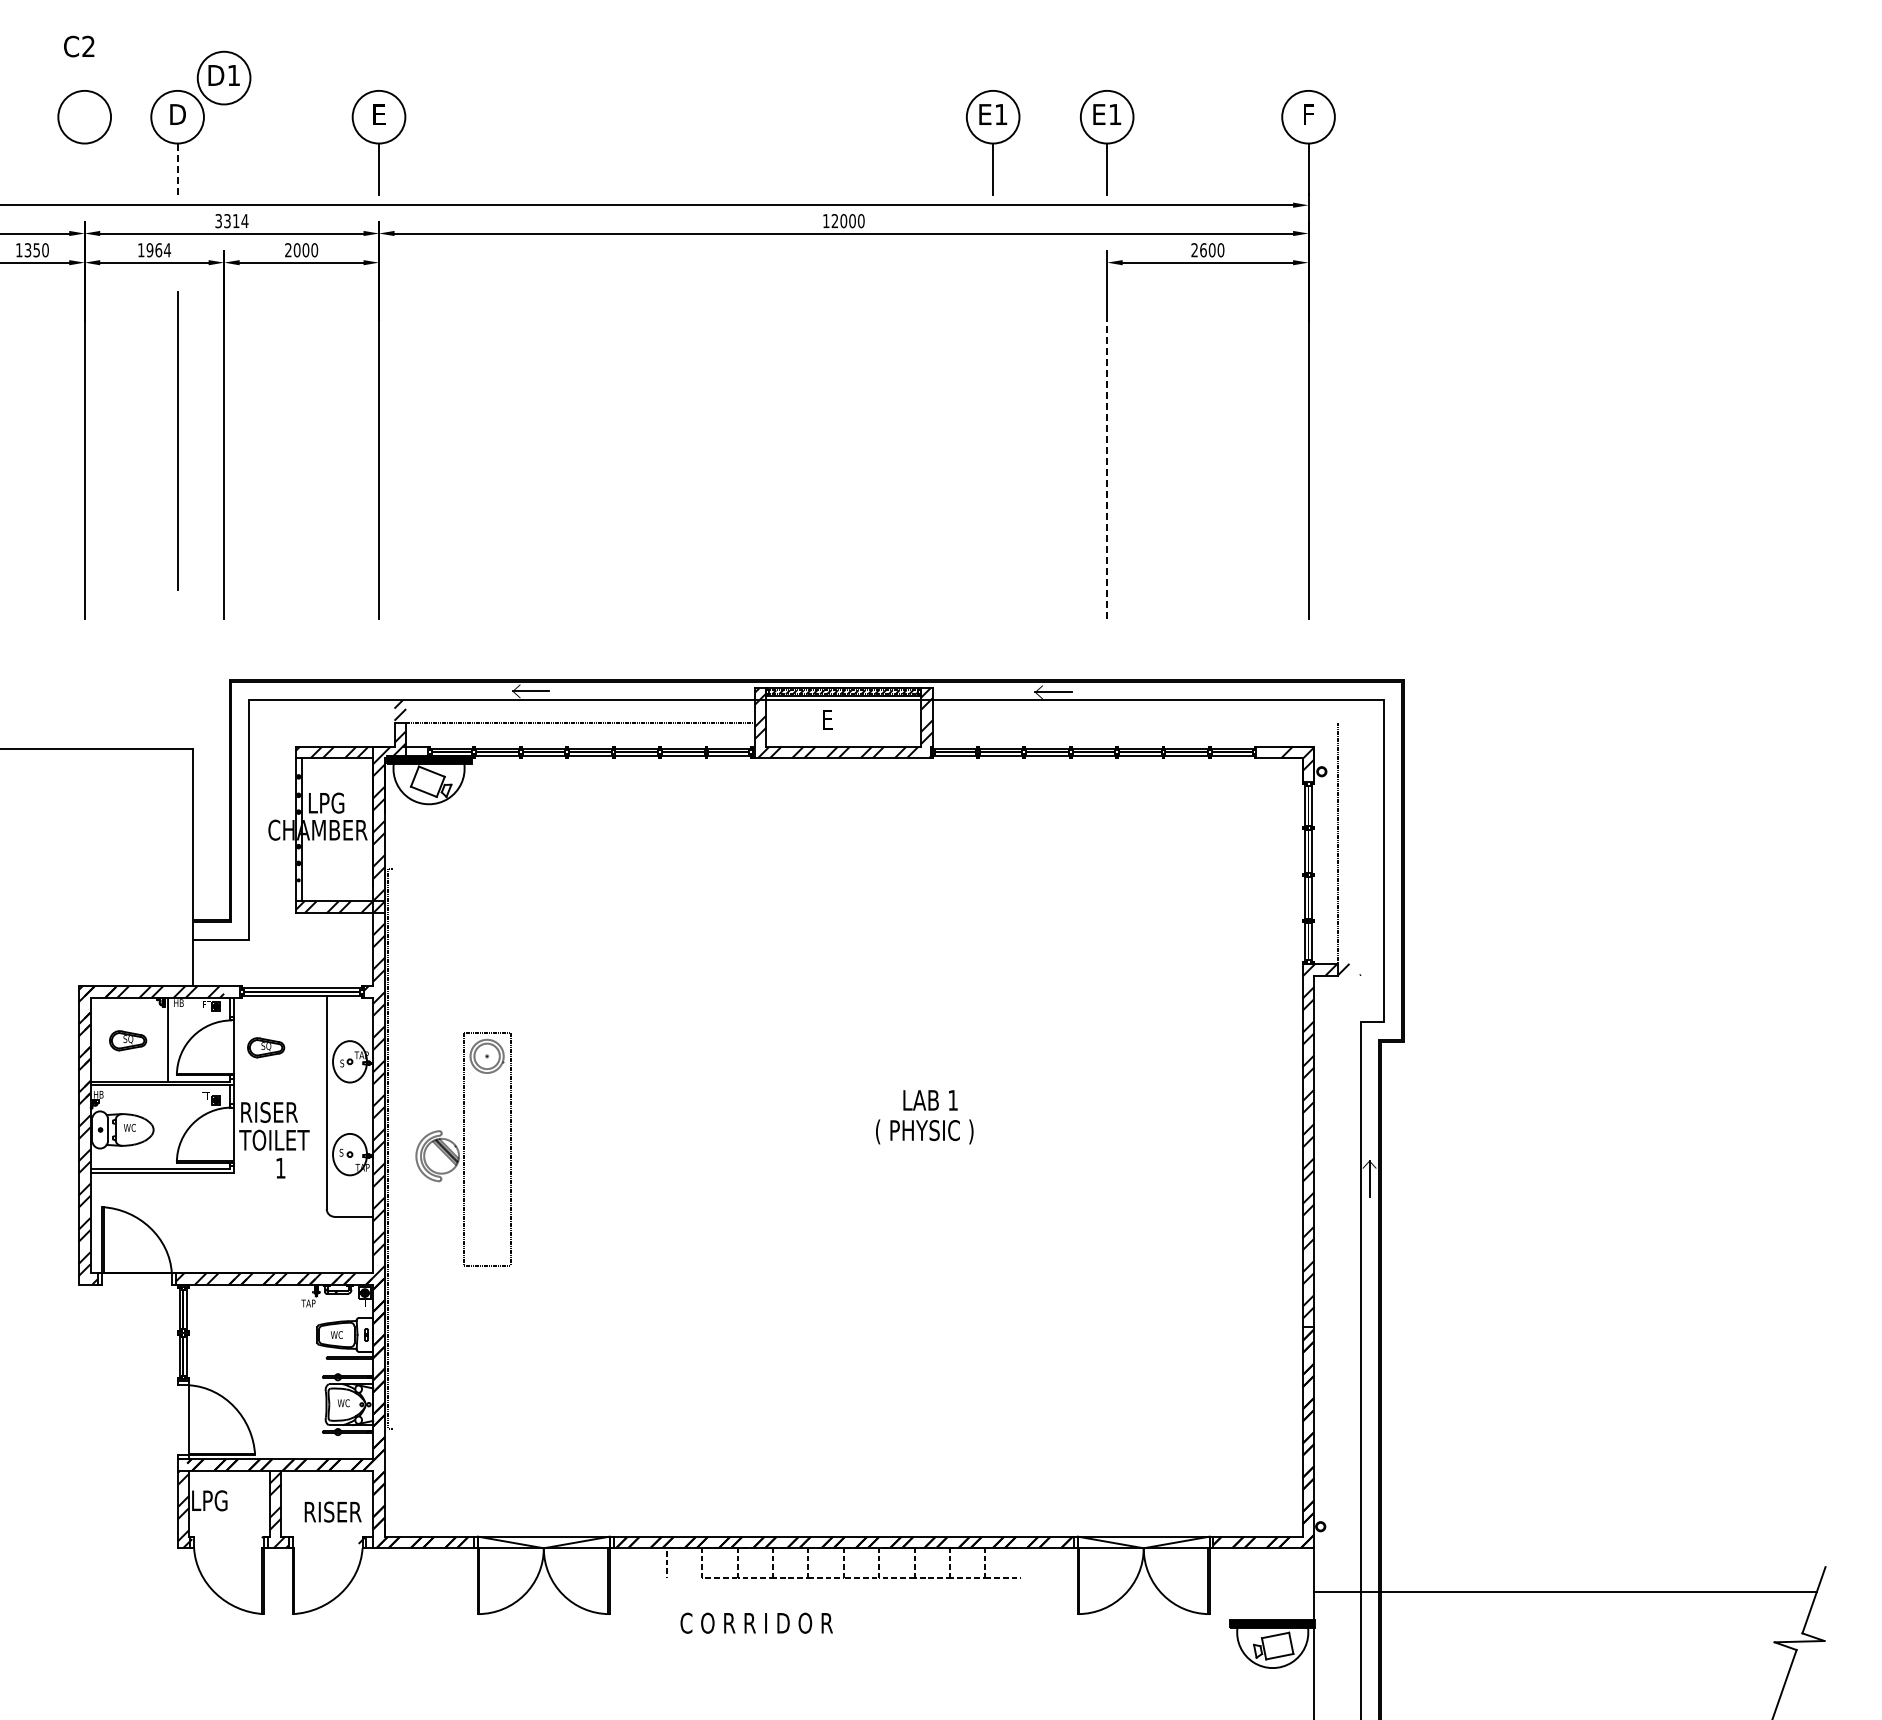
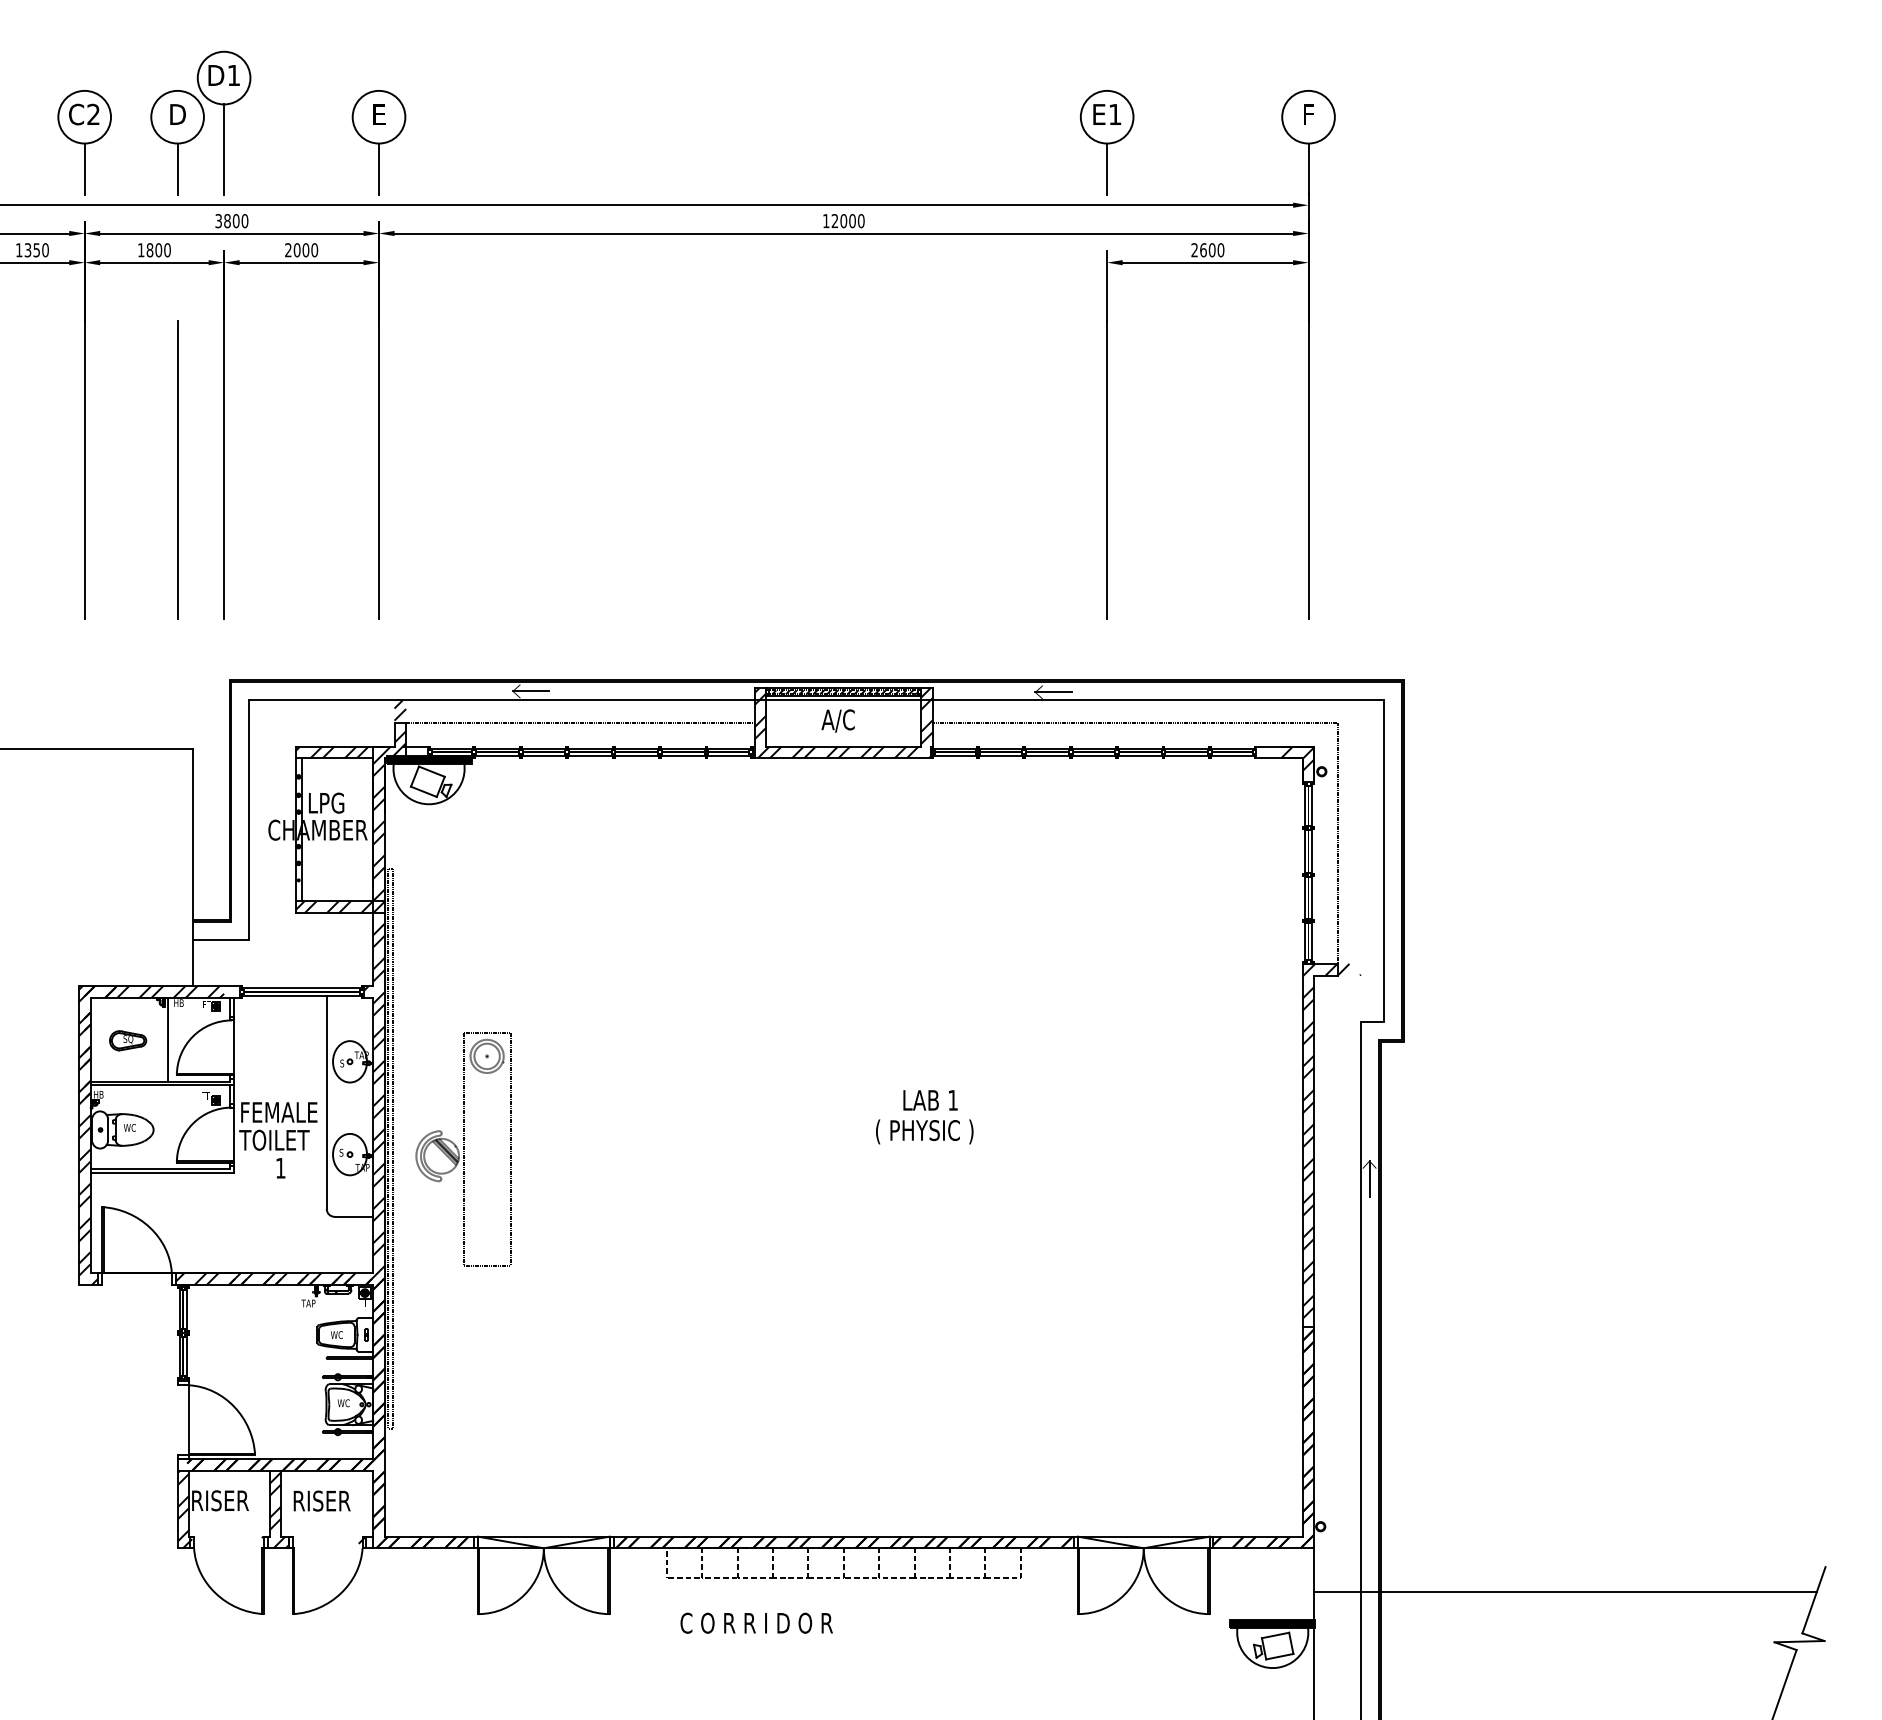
text at (79, 46) position: (79, 46) -> (84, 114)
part at (993, 142): present -> none
line at (224, 149): none -> present
line at (84, 168): none -> present
line at (177, 169): dashed -> solid
text at (236, 221): 3314 -> 3800
text at (158, 250): 1964 -> 1800
line at (177, 440) position: (177, 440) -> (177, 469)
line at (1107, 469): dashed -> solid
text at (837, 720): E -> A/C
line at (1134, 723): none -> present
part at (266, 1047): present -> none
text at (280, 1111): RISER -> FEMALE
line at (393, 1149): none -> present
text at (221, 1500): LPG -> RISER
text at (332, 1511) position: (332, 1511) -> (321, 1500)
line at (1020, 1562): none -> present
line at (684, 1577): none -> present
